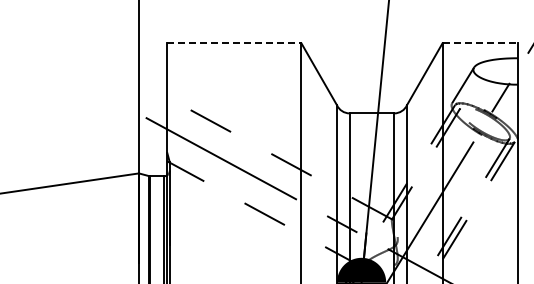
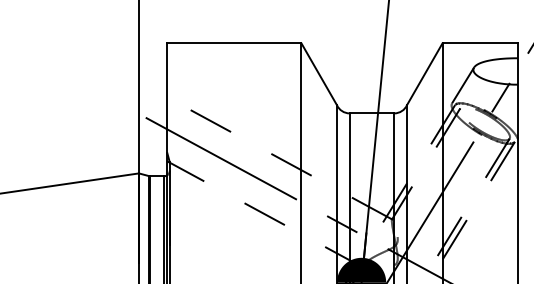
line at (234, 43): dashed -> solid
line at (480, 43): dashed -> solid
